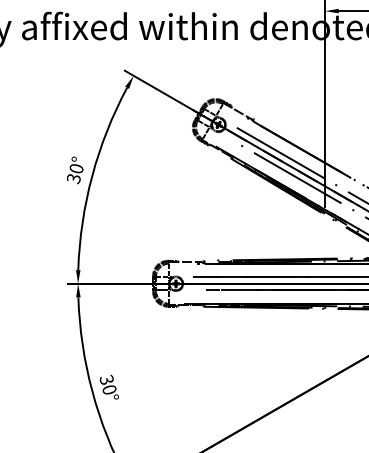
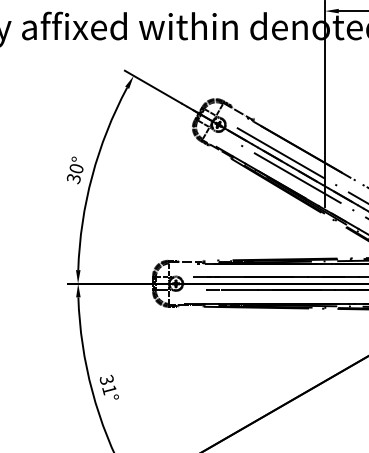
text at (109, 390): 30° -> 31°
